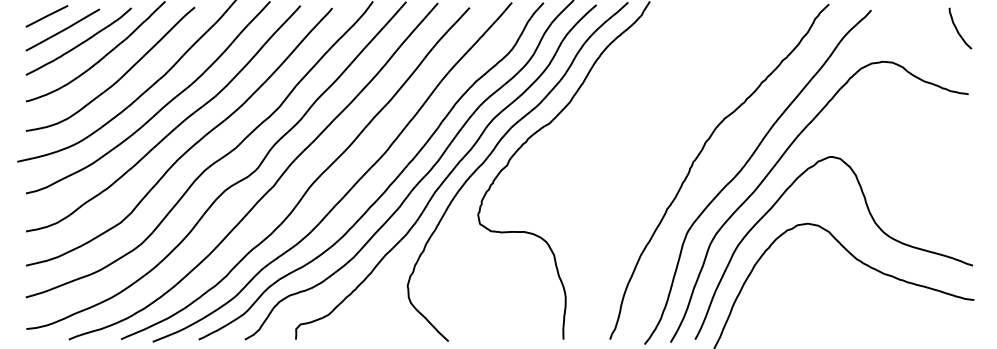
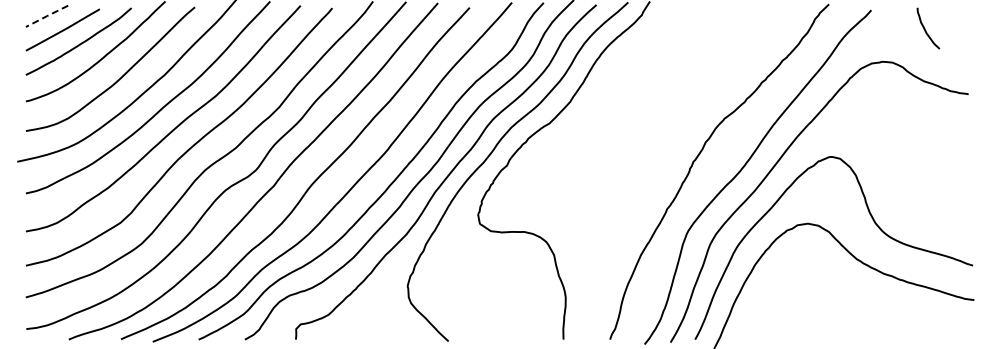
line at (47, 16): solid -> dashed
curve at (958, 30) position: (958, 30) -> (926, 30)
